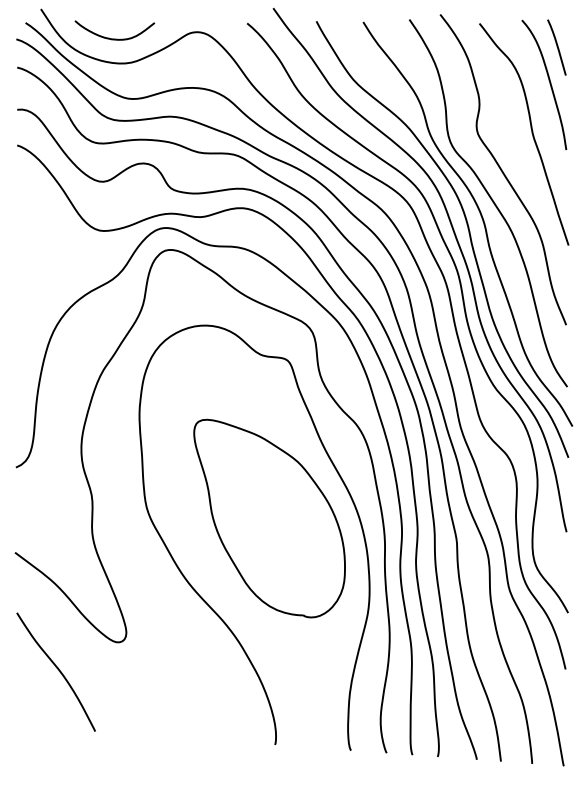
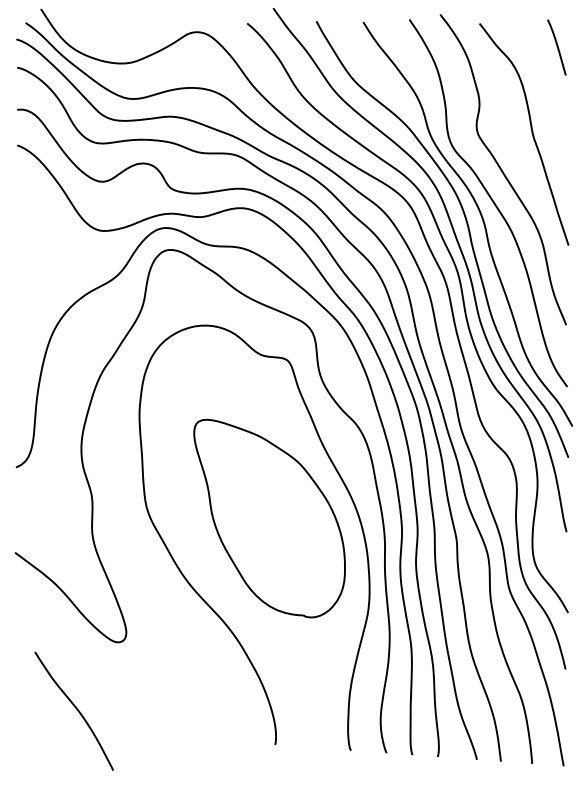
curve at (114, 38): present -> none
curve at (549, 84): present -> none
curve at (57, 669) position: (57, 669) -> (75, 708)
